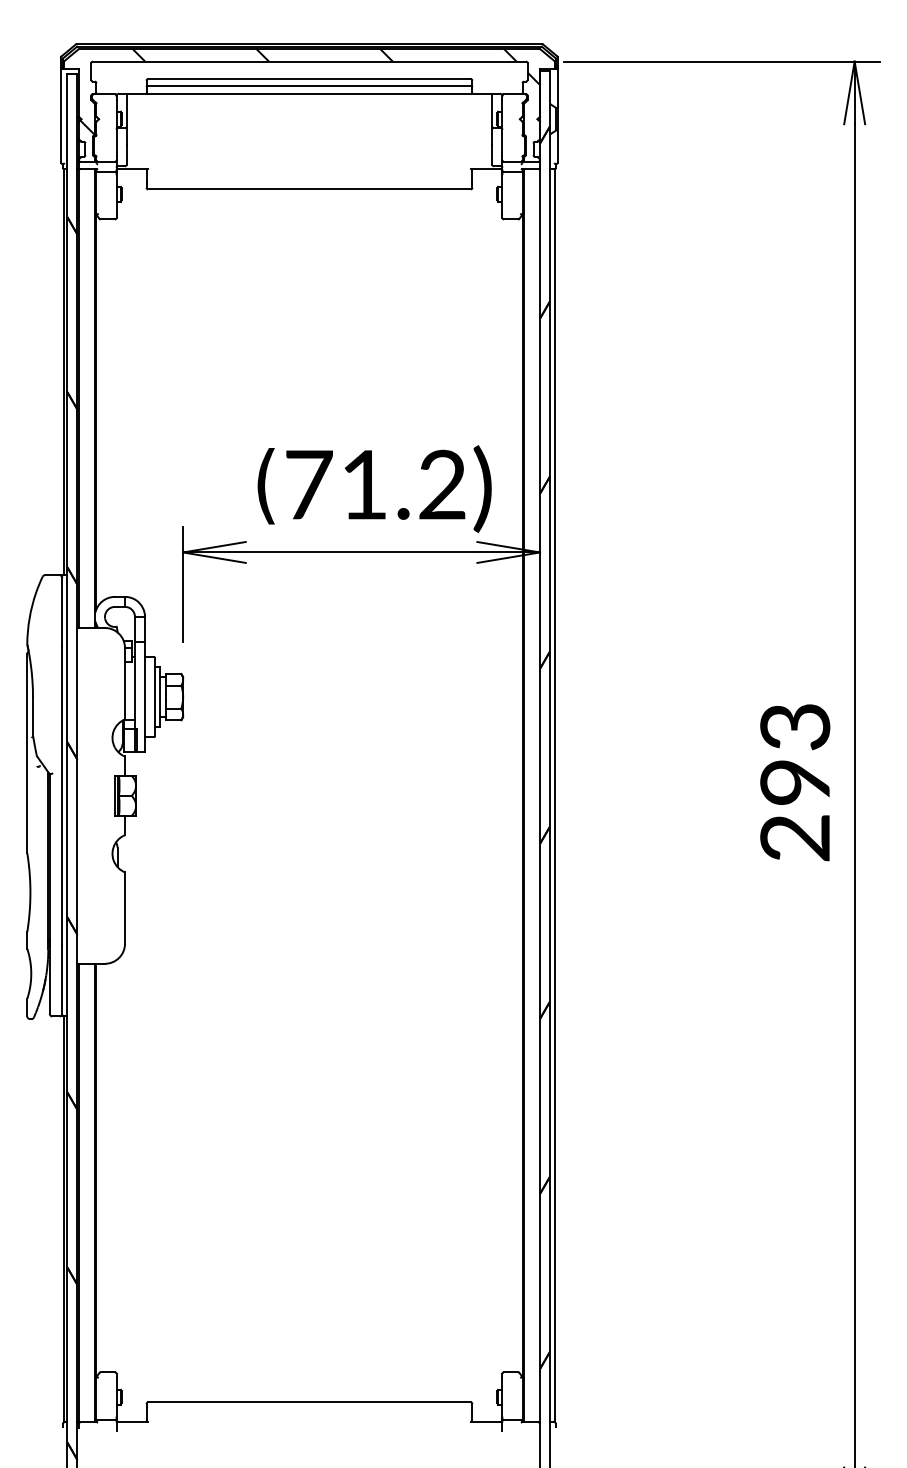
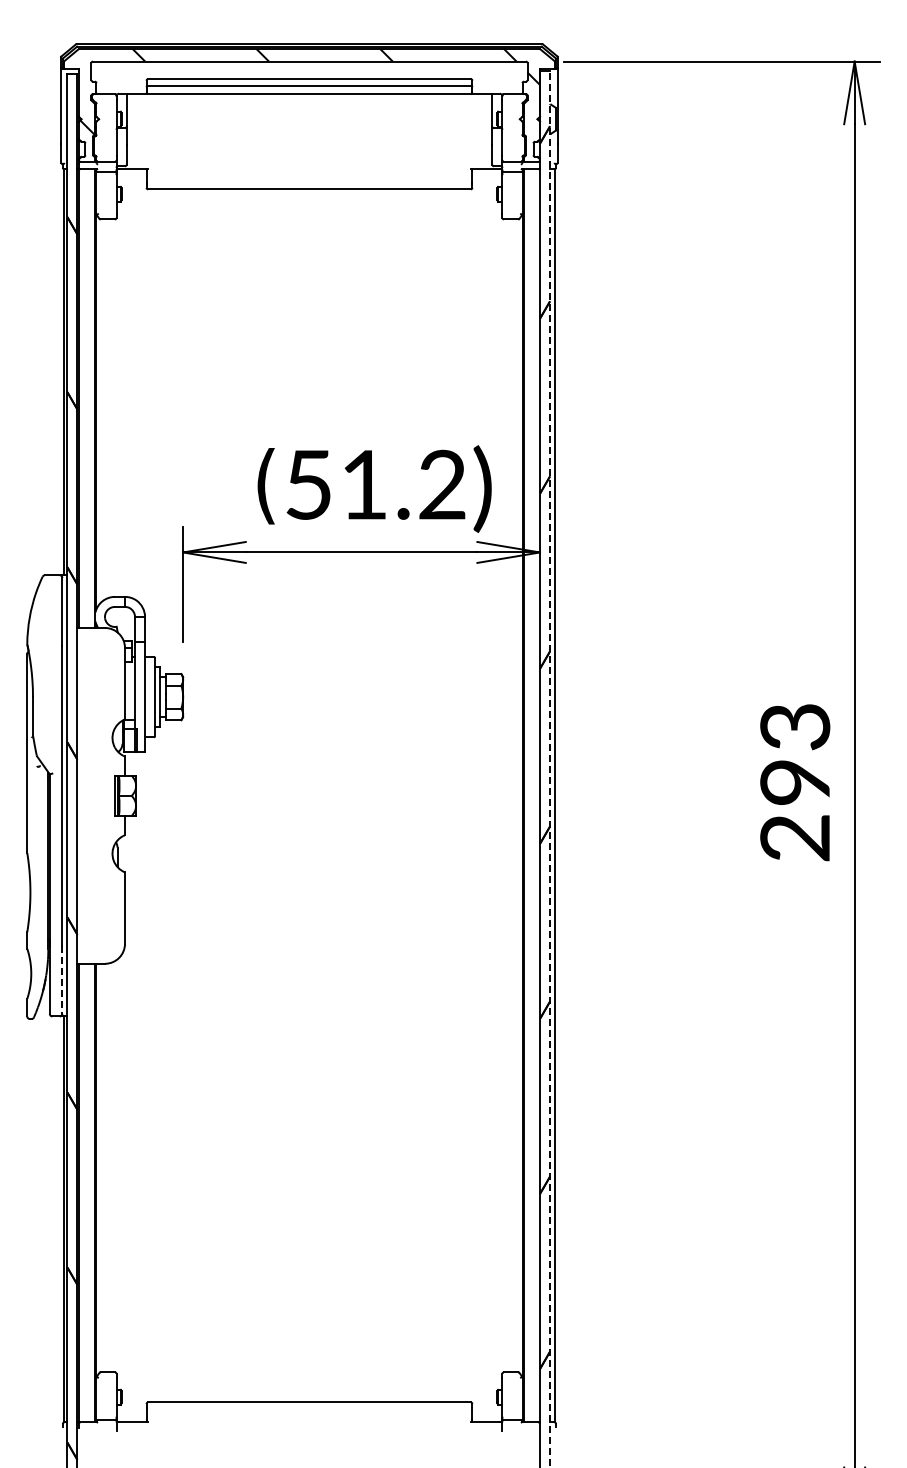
text at (309, 484): 71.2) -> 51.2)
line at (550, 768): solid -> dashed
line at (62, 981): solid -> dashed
